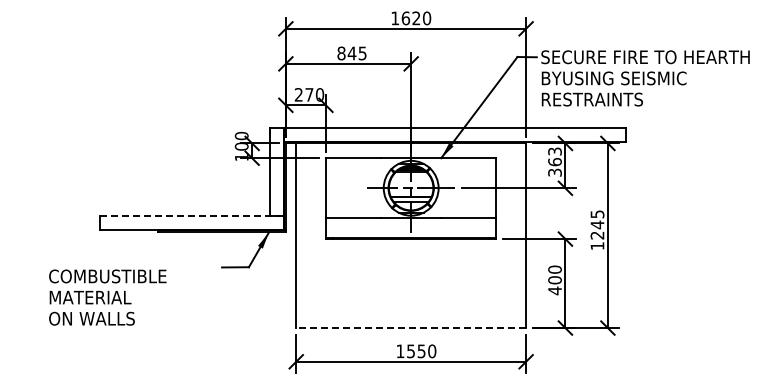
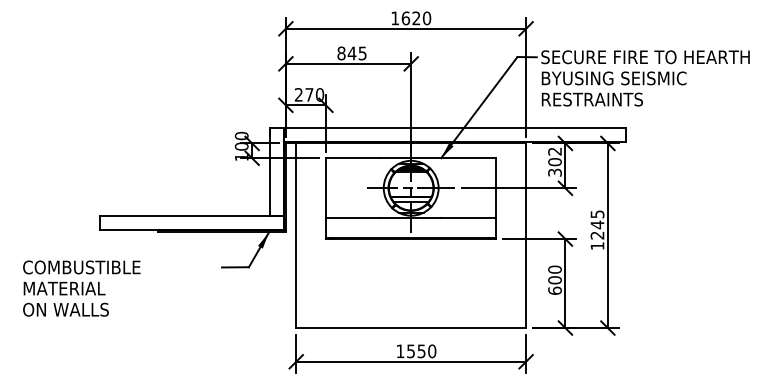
text at (554, 156): 363 -> 302
line at (192, 215): dashed -> solid
text at (554, 290): 400 -> 600
text at (107, 297) position: (107, 297) -> (81, 288)
line at (411, 328): dashed -> solid
